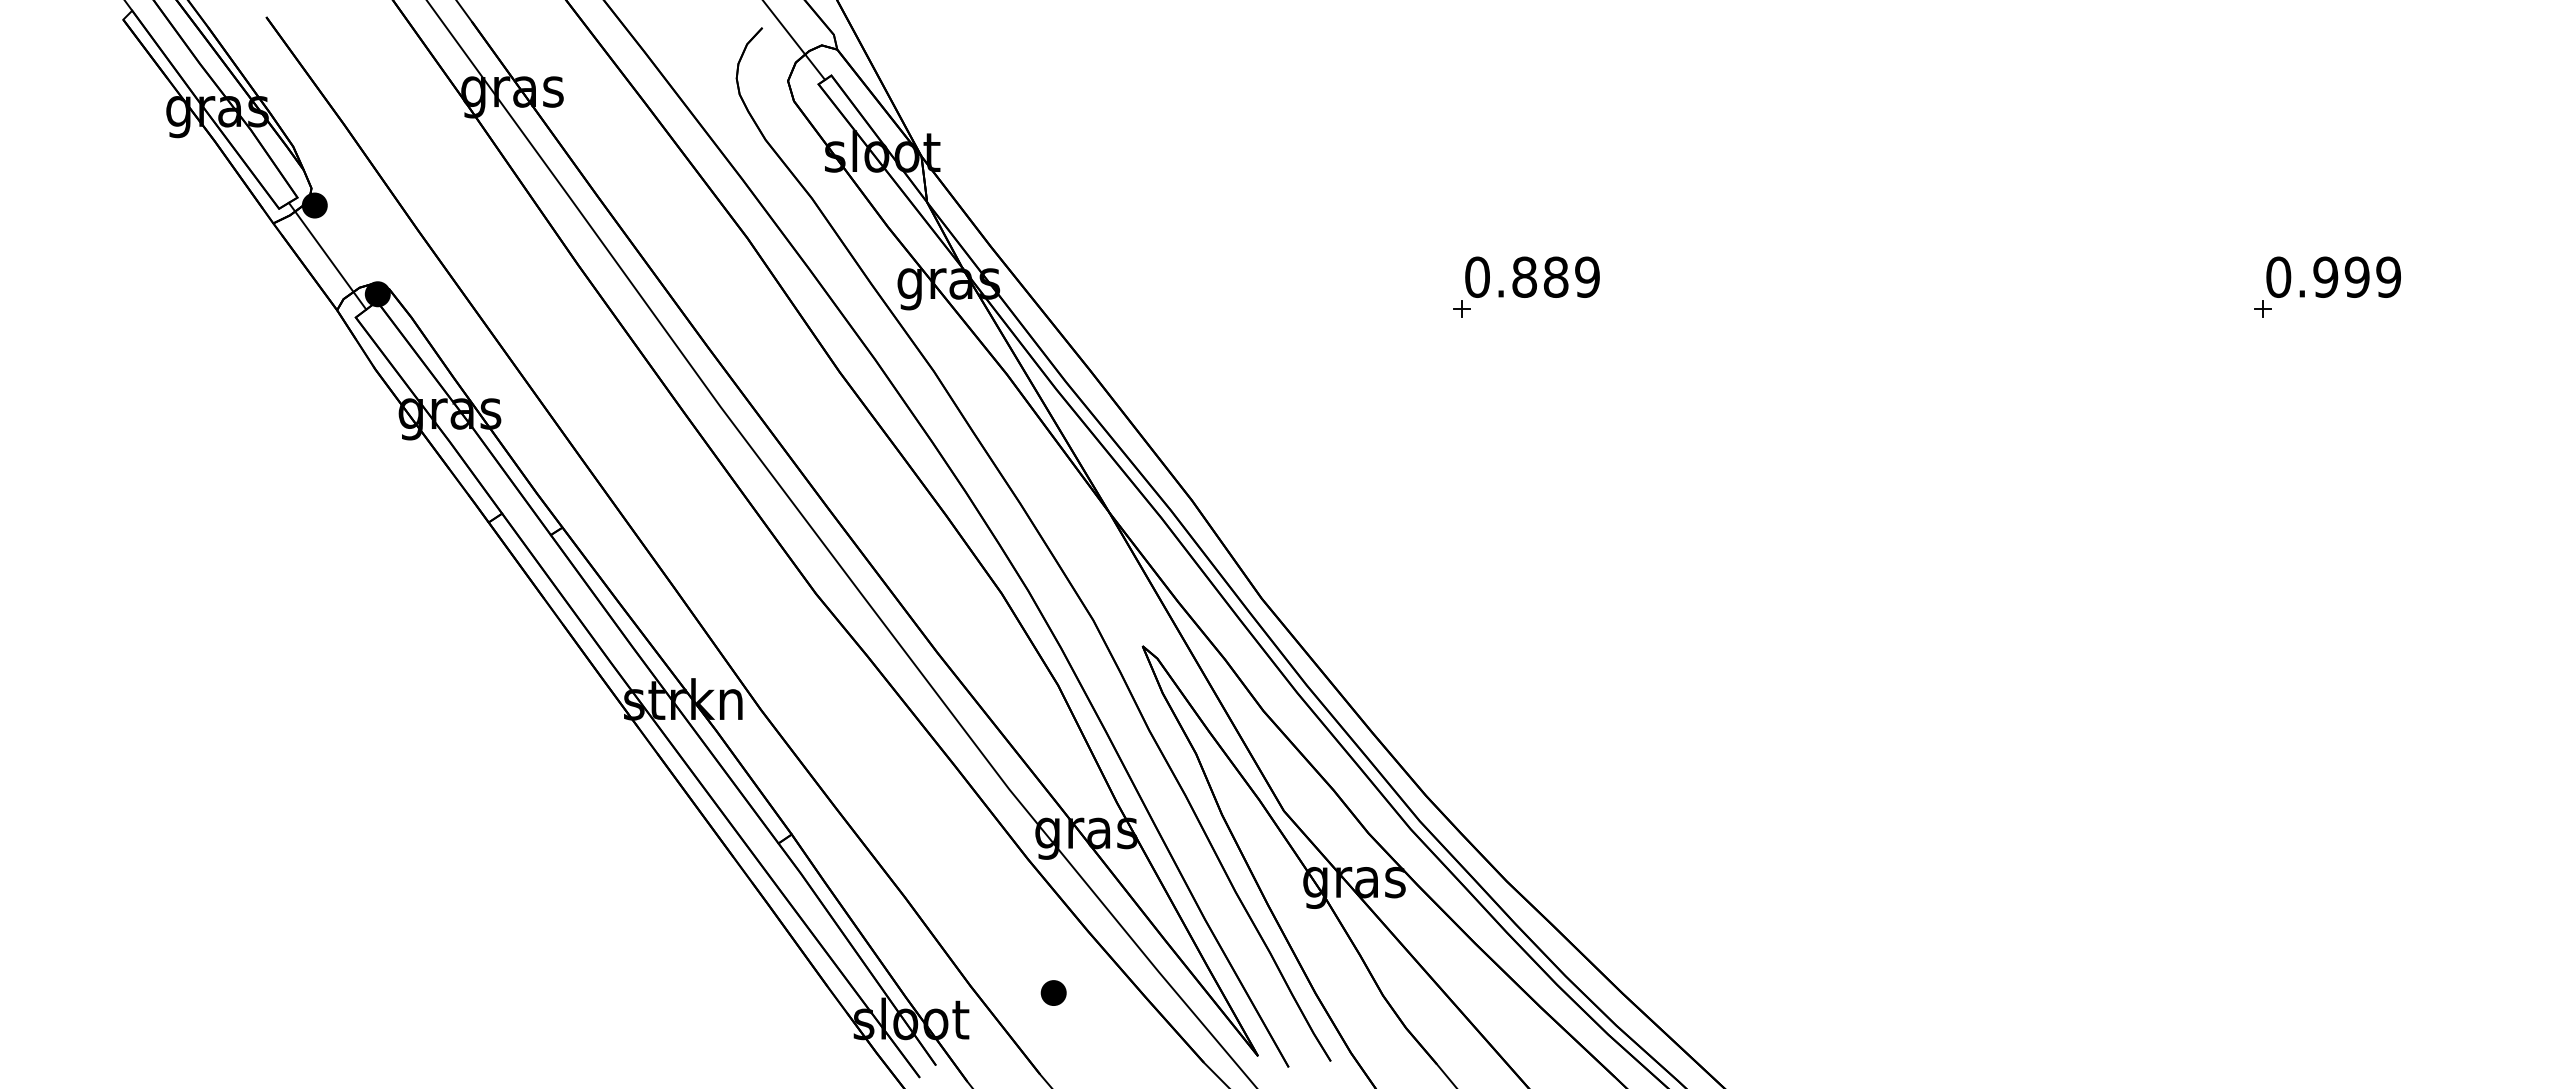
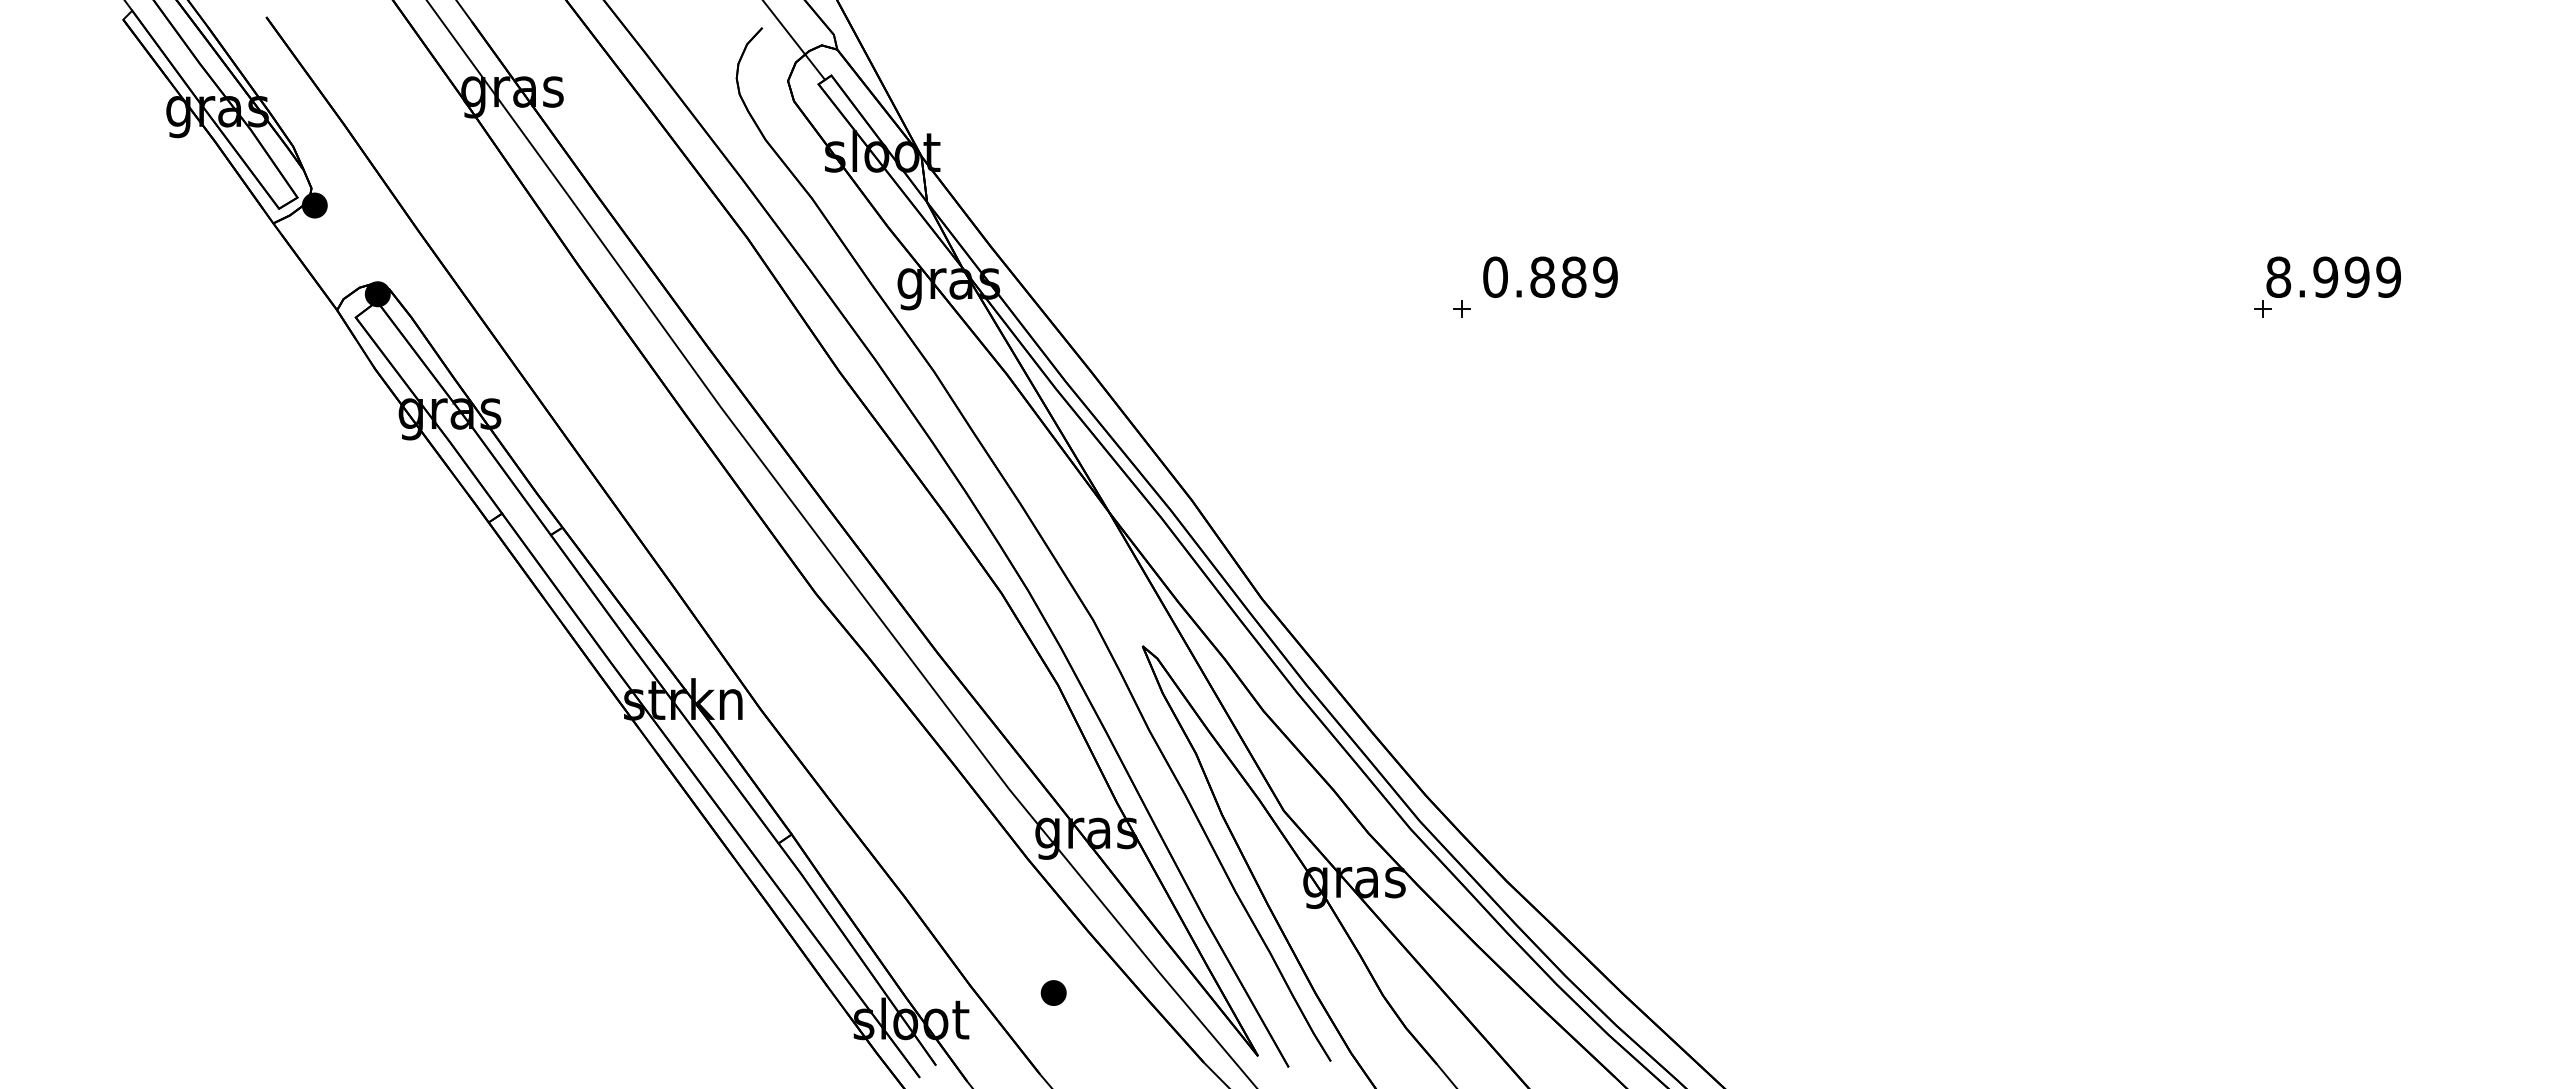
line at (327, 255): present -> none
text at (1532, 276) position: (1532, 276) -> (1550, 276)
text at (2278, 276): 0.999 -> 8.999
